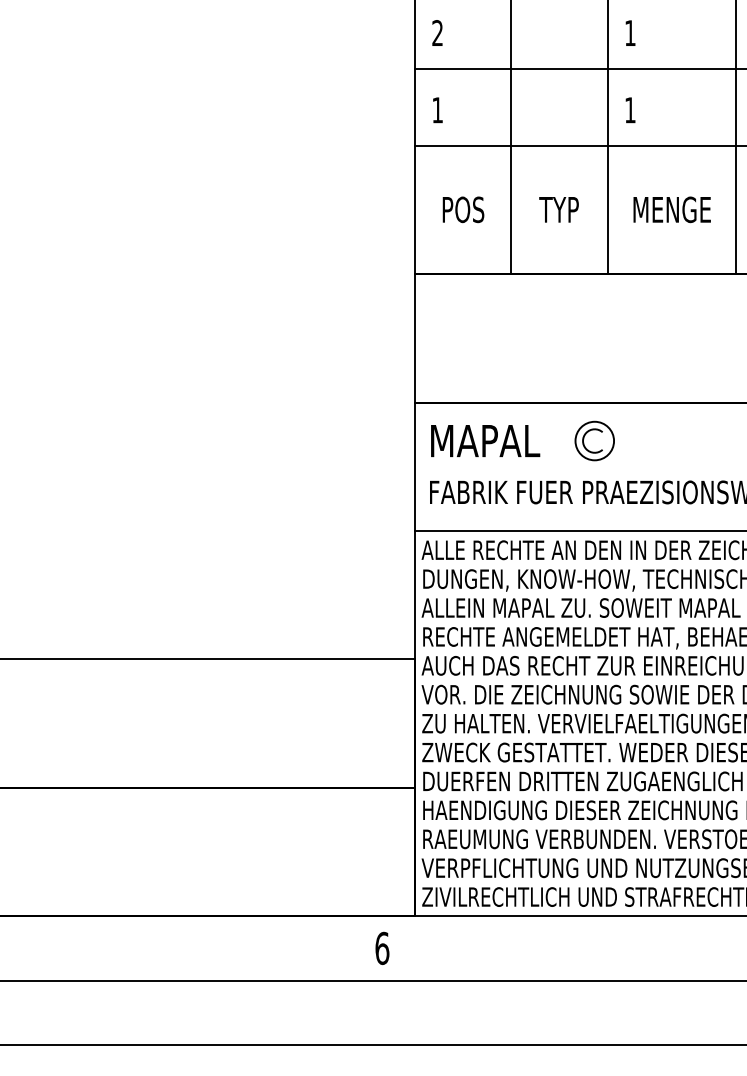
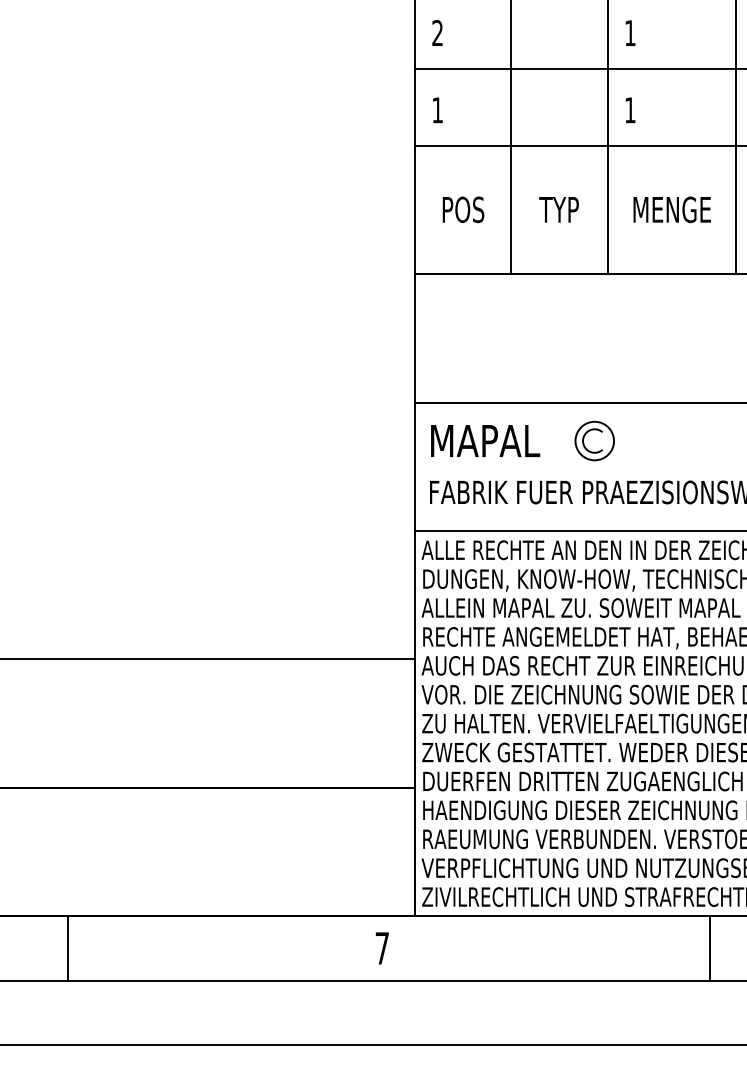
line at (68, 948): none -> present
text at (382, 948): 6 -> 7
line at (710, 948): none -> present
